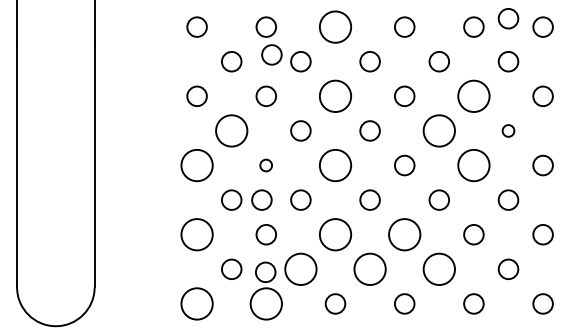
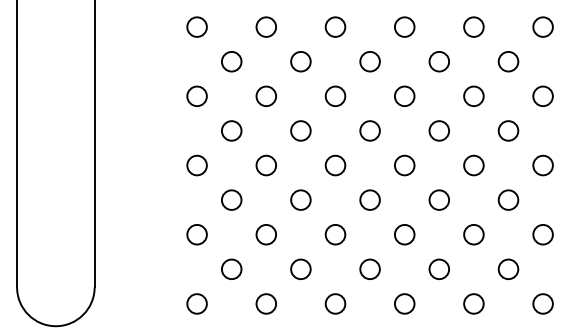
circle at (508, 18): present -> none
circle at (335, 26) diameter: 31 px -> 20 px
circle at (271, 54): present -> none
circle at (335, 96) diameter: 31 px -> 20 px
circle at (473, 96) diameter: 31 px -> 20 px
circle at (231, 130) diameter: 31 px -> 20 px
circle at (438, 130) diameter: 31 px -> 20 px
circle at (508, 130) size: 15x14 px -> 23x22 px
circle at (196, 165) diameter: 31 px -> 20 px
circle at (265, 165) size: 14x15 px -> 22x23 px
circle at (335, 165) diameter: 31 px -> 20 px
circle at (473, 165) diameter: 31 px -> 20 px
circle at (261, 199): present -> none
circle at (196, 234) diameter: 31 px -> 20 px
circle at (335, 234) diameter: 31 px -> 20 px
circle at (404, 234) diameter: 31 px -> 20 px
circle at (300, 269) diameter: 31 px -> 20 px
circle at (369, 269) diameter: 31 px -> 20 px
circle at (438, 269) diameter: 31 px -> 20 px
circle at (265, 271): present -> none
circle at (196, 303) diameter: 31 px -> 20 px
circle at (265, 303) diameter: 31 px -> 20 px
